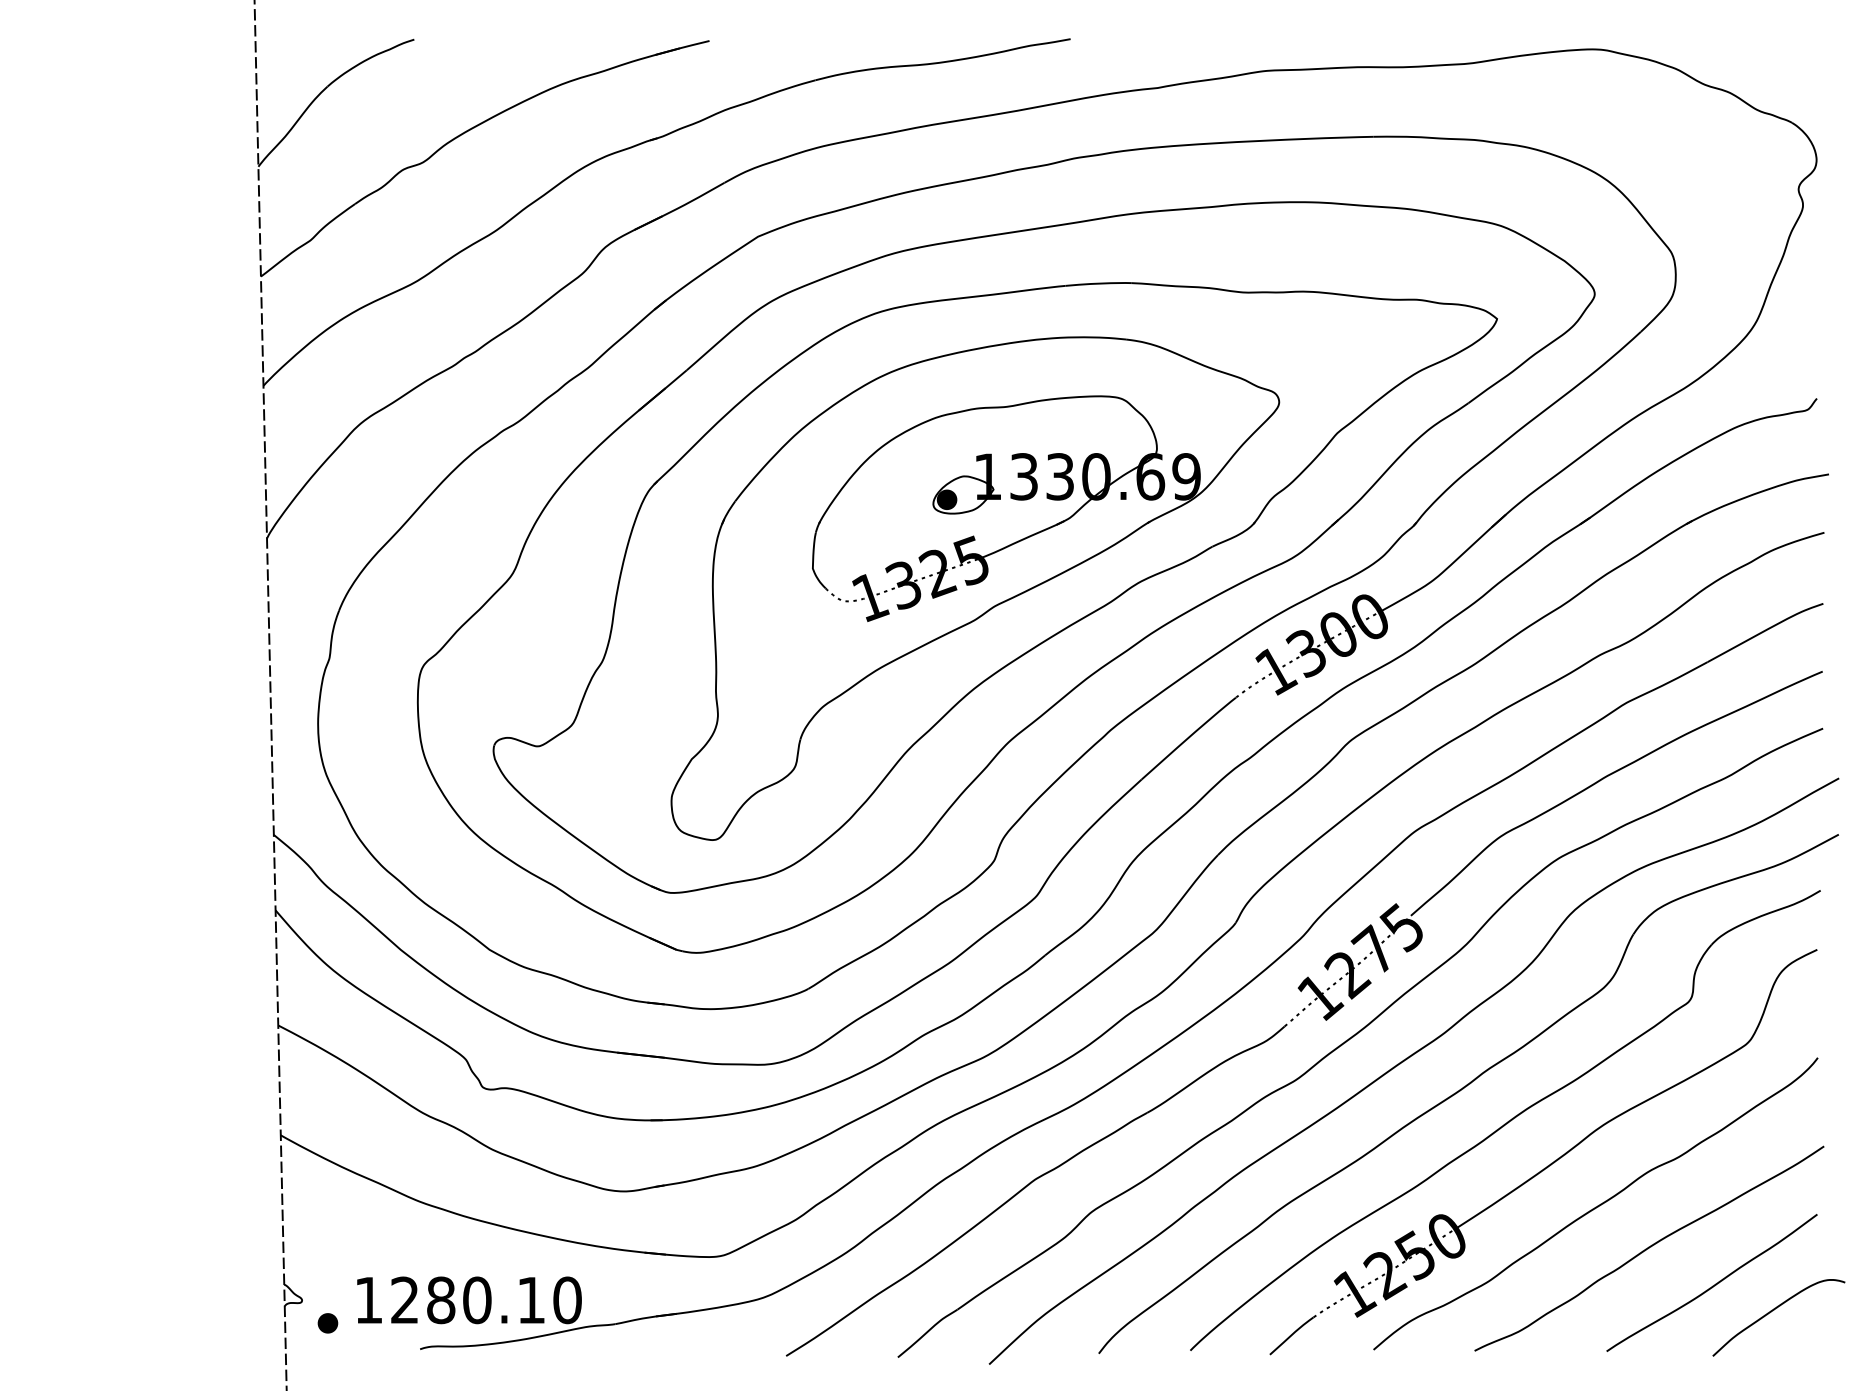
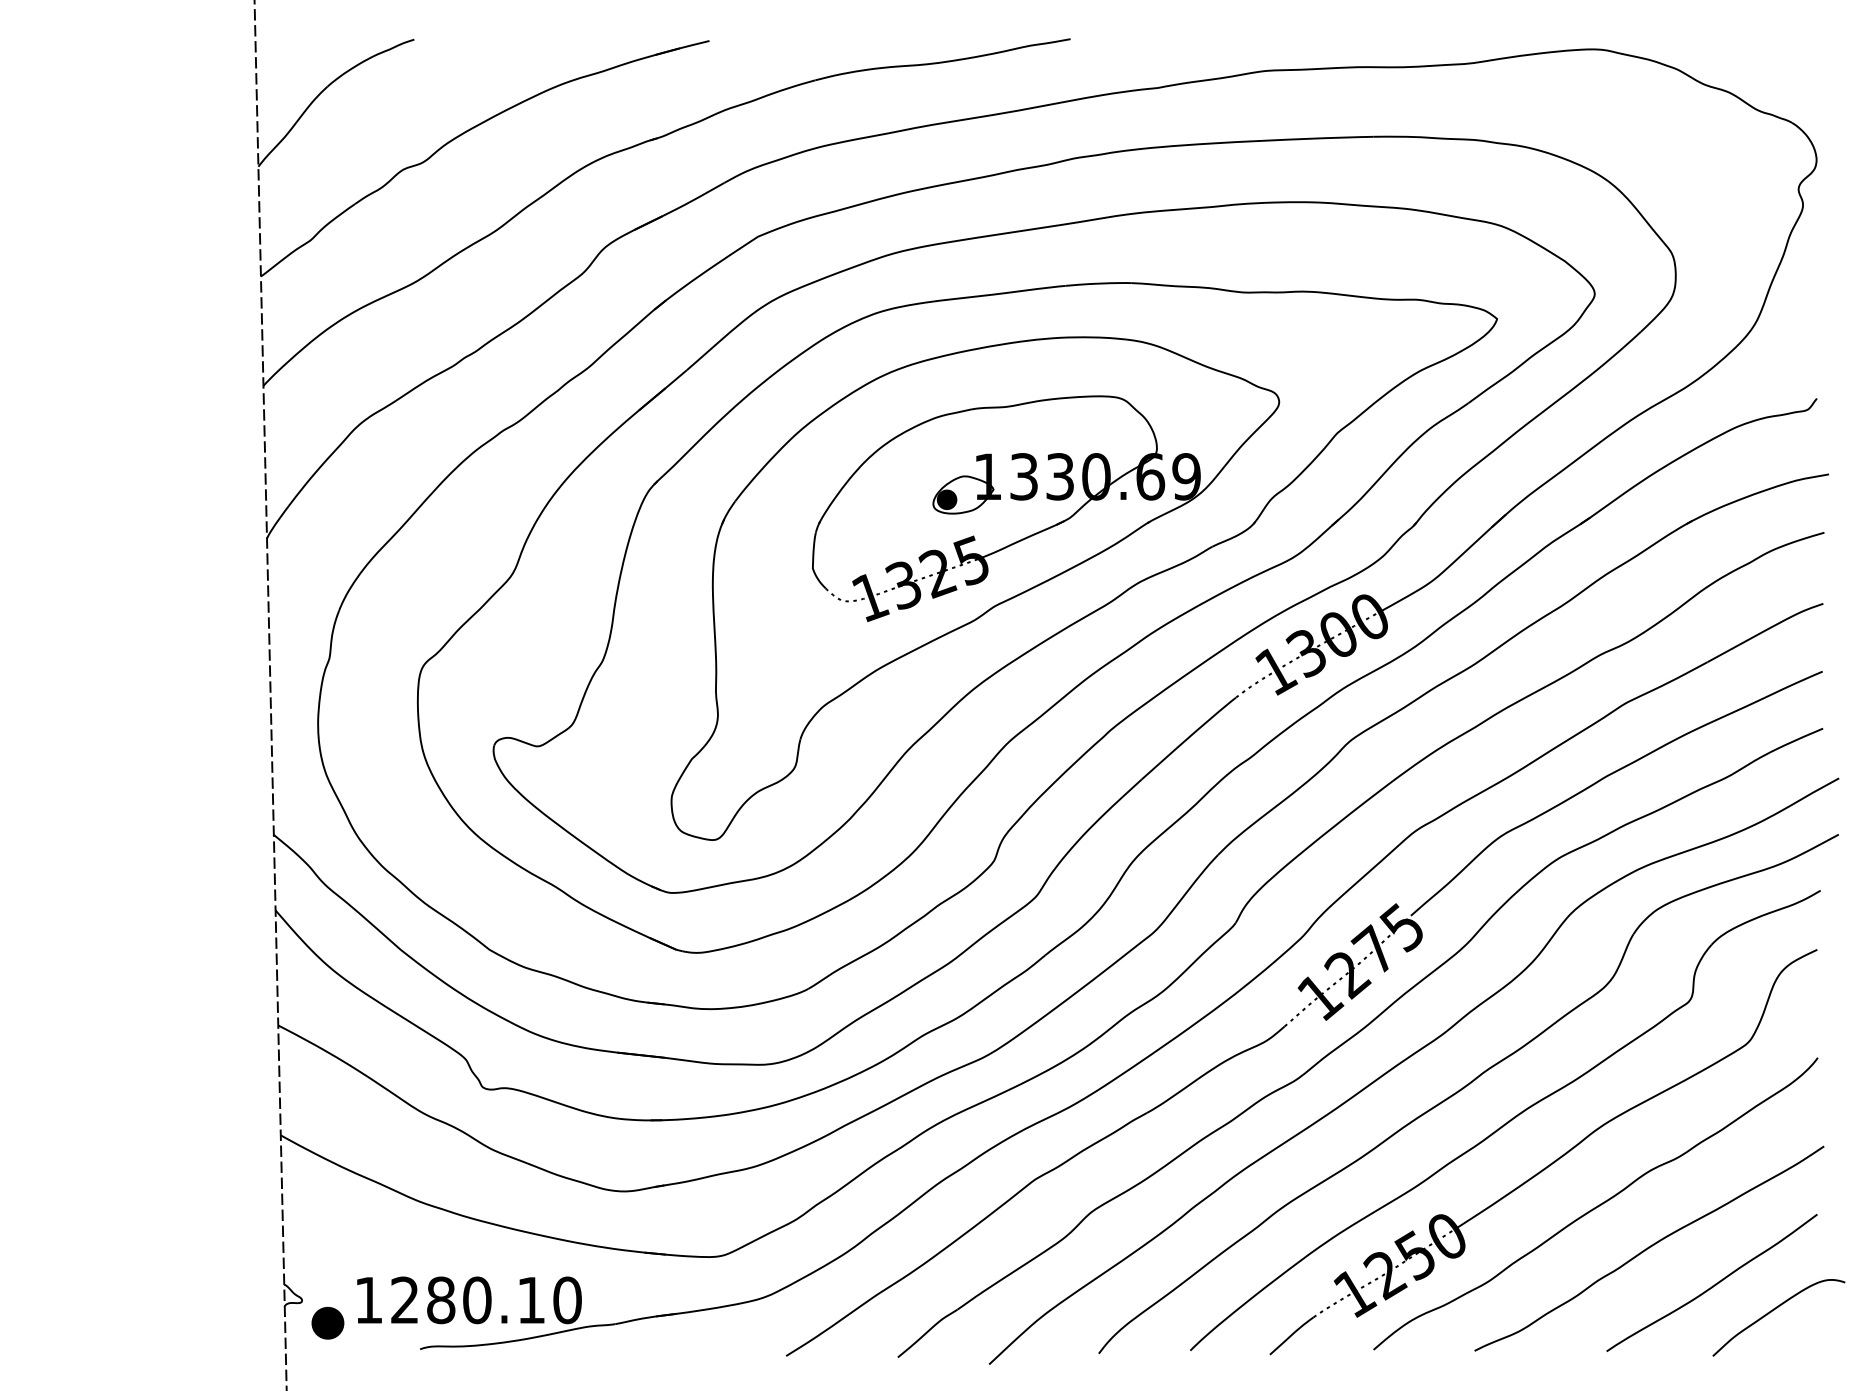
part at (327, 1323) size: 22x21 px -> 34x33 px
